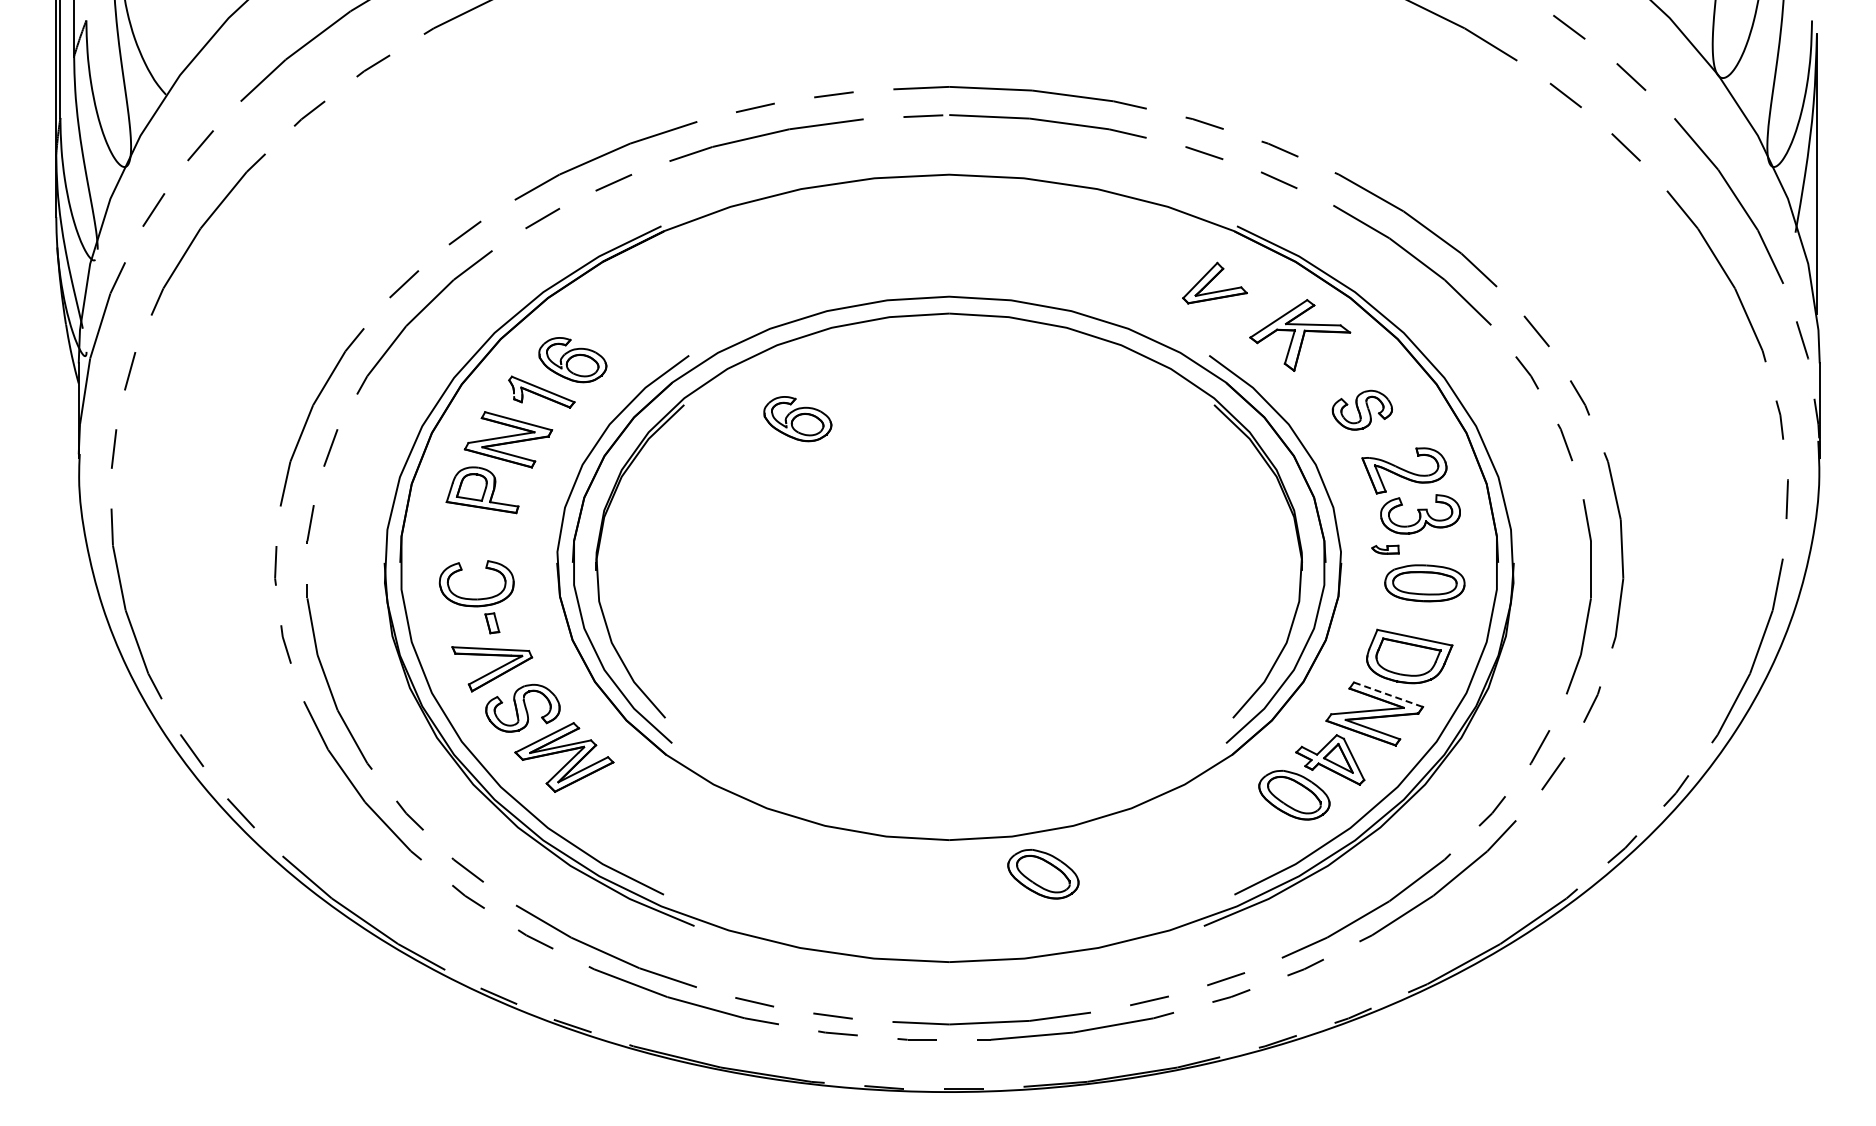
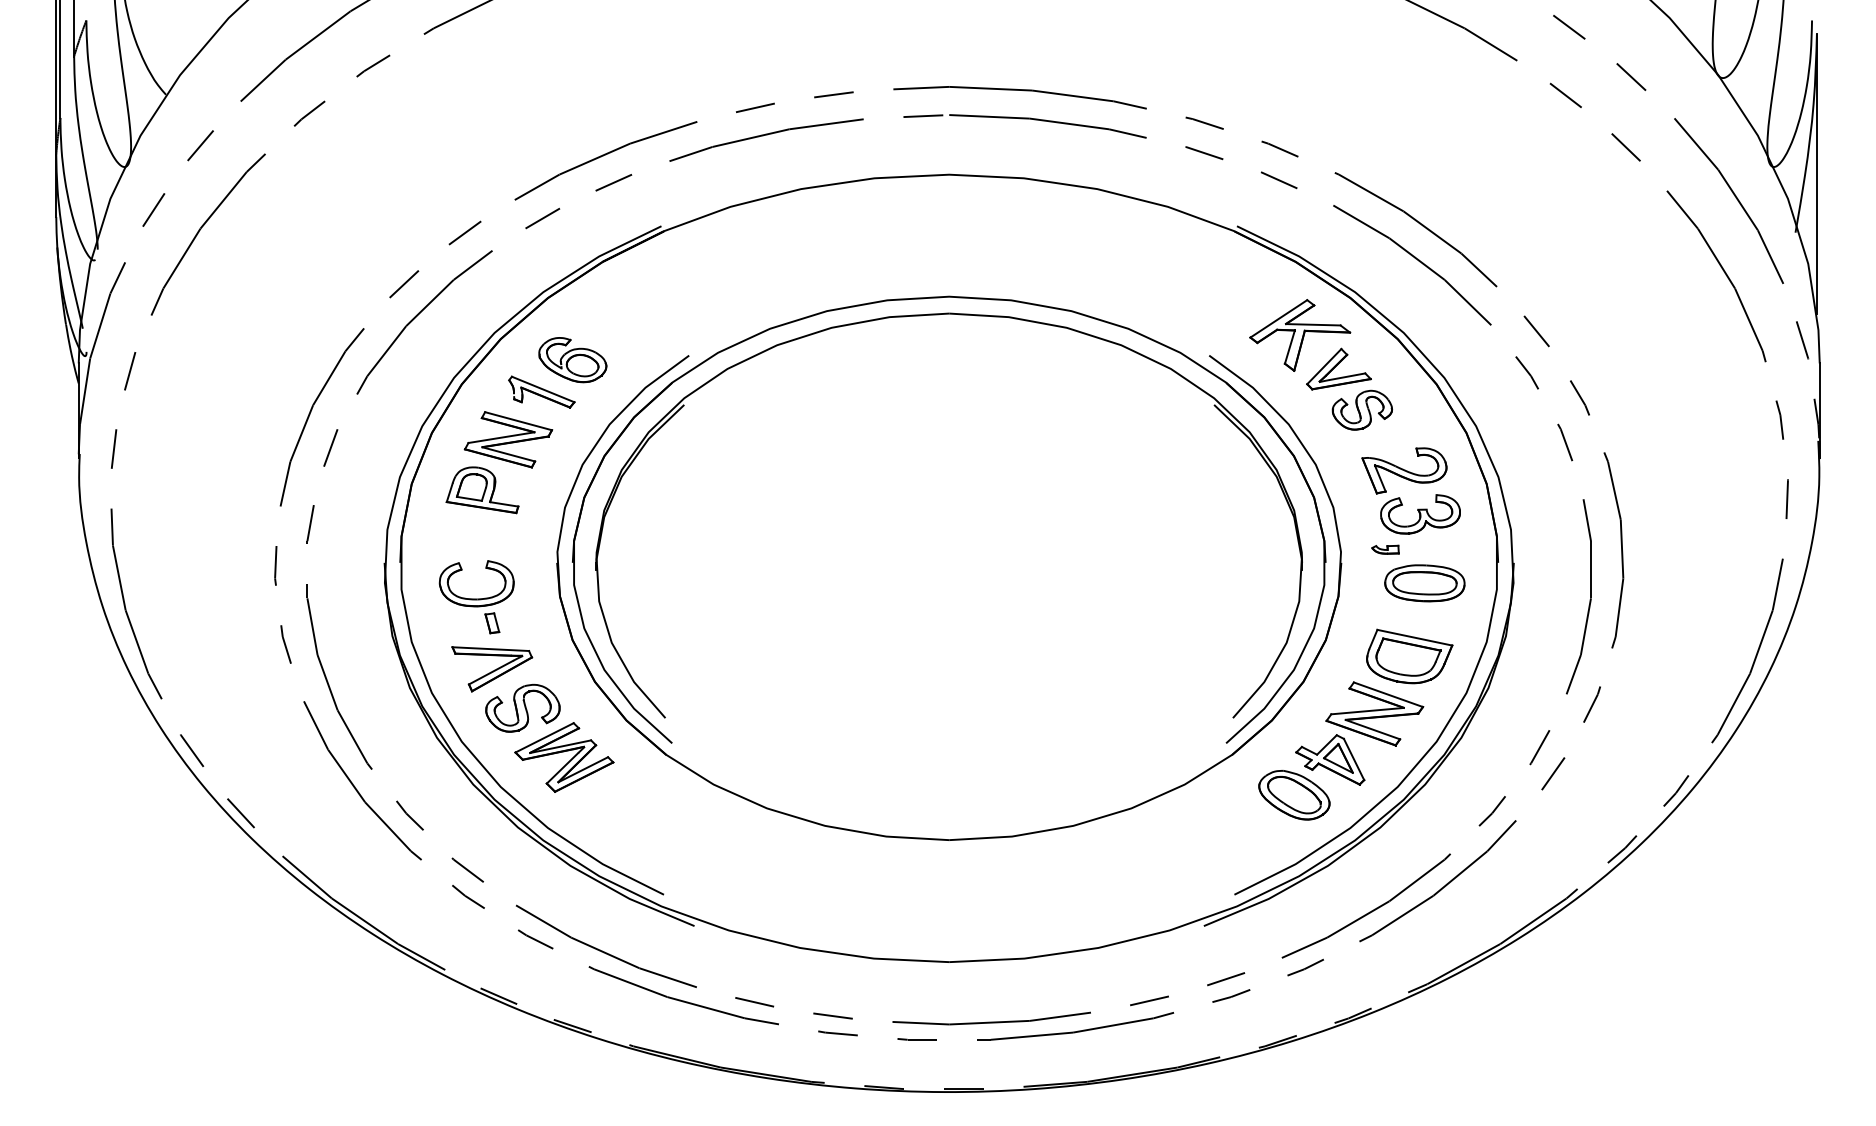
part at (1214, 282) position: (1214, 282) -> (1338, 368)
part at (797, 419): present -> none
line at (1388, 694): dashed -> solid
part at (1043, 874): present -> none
